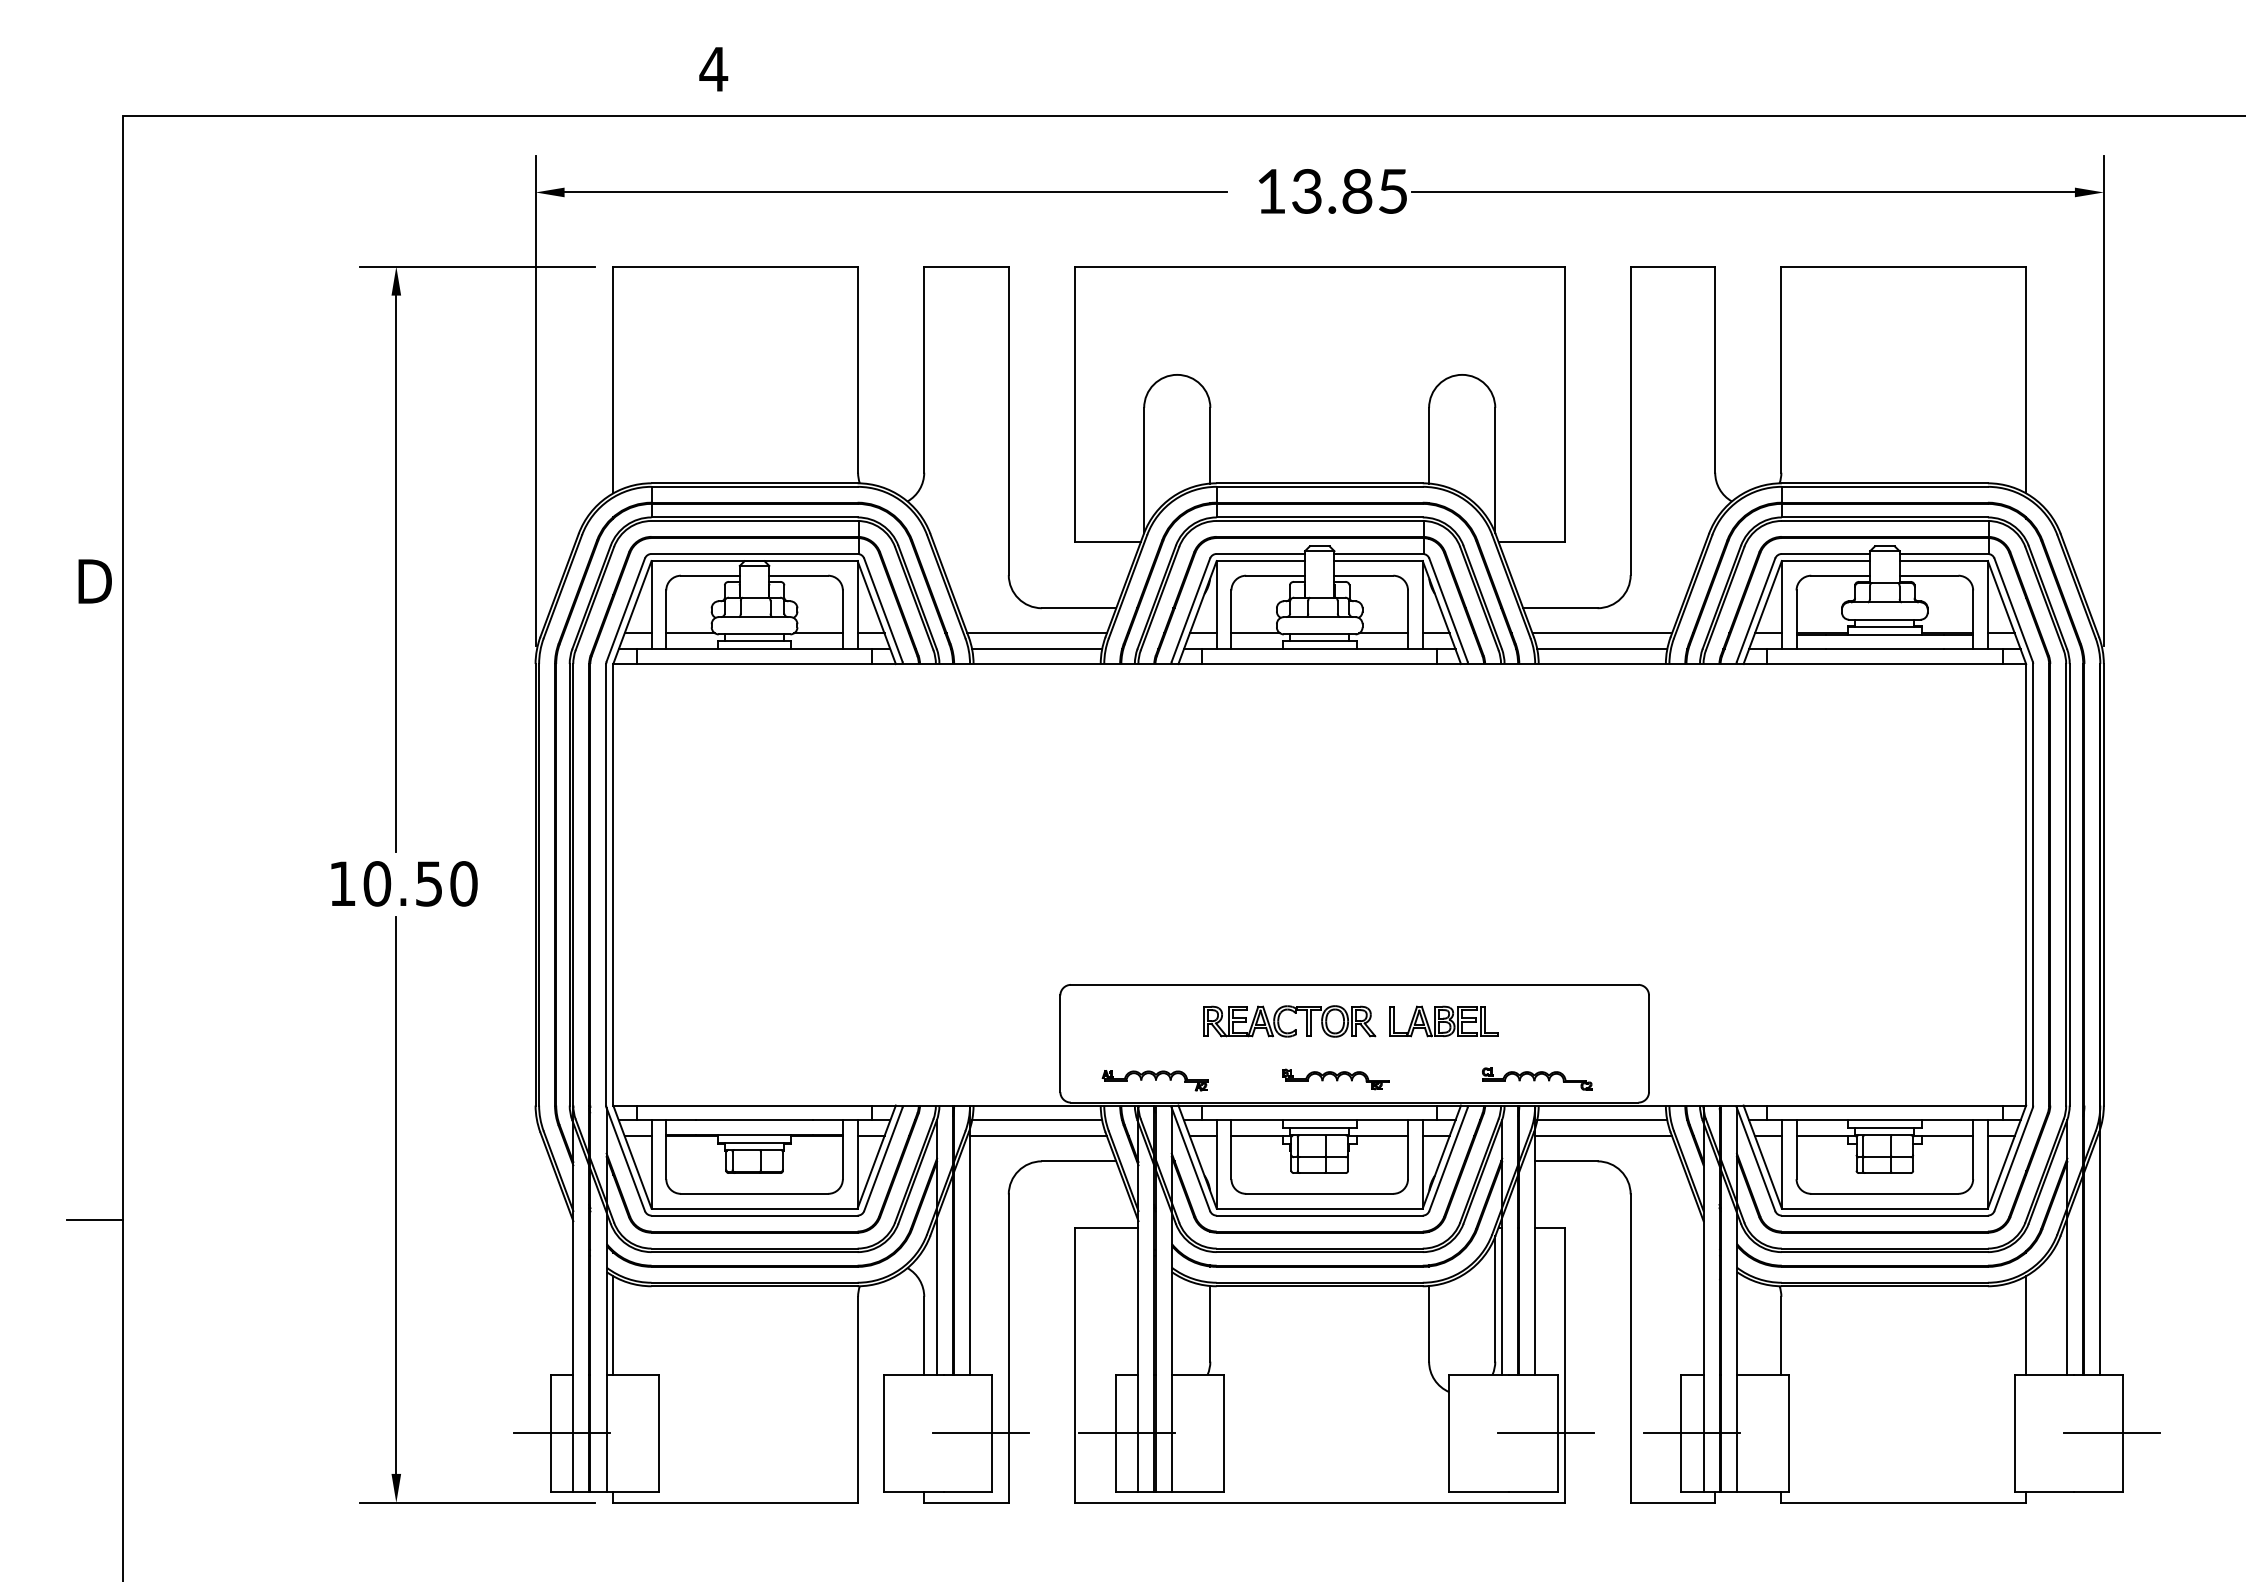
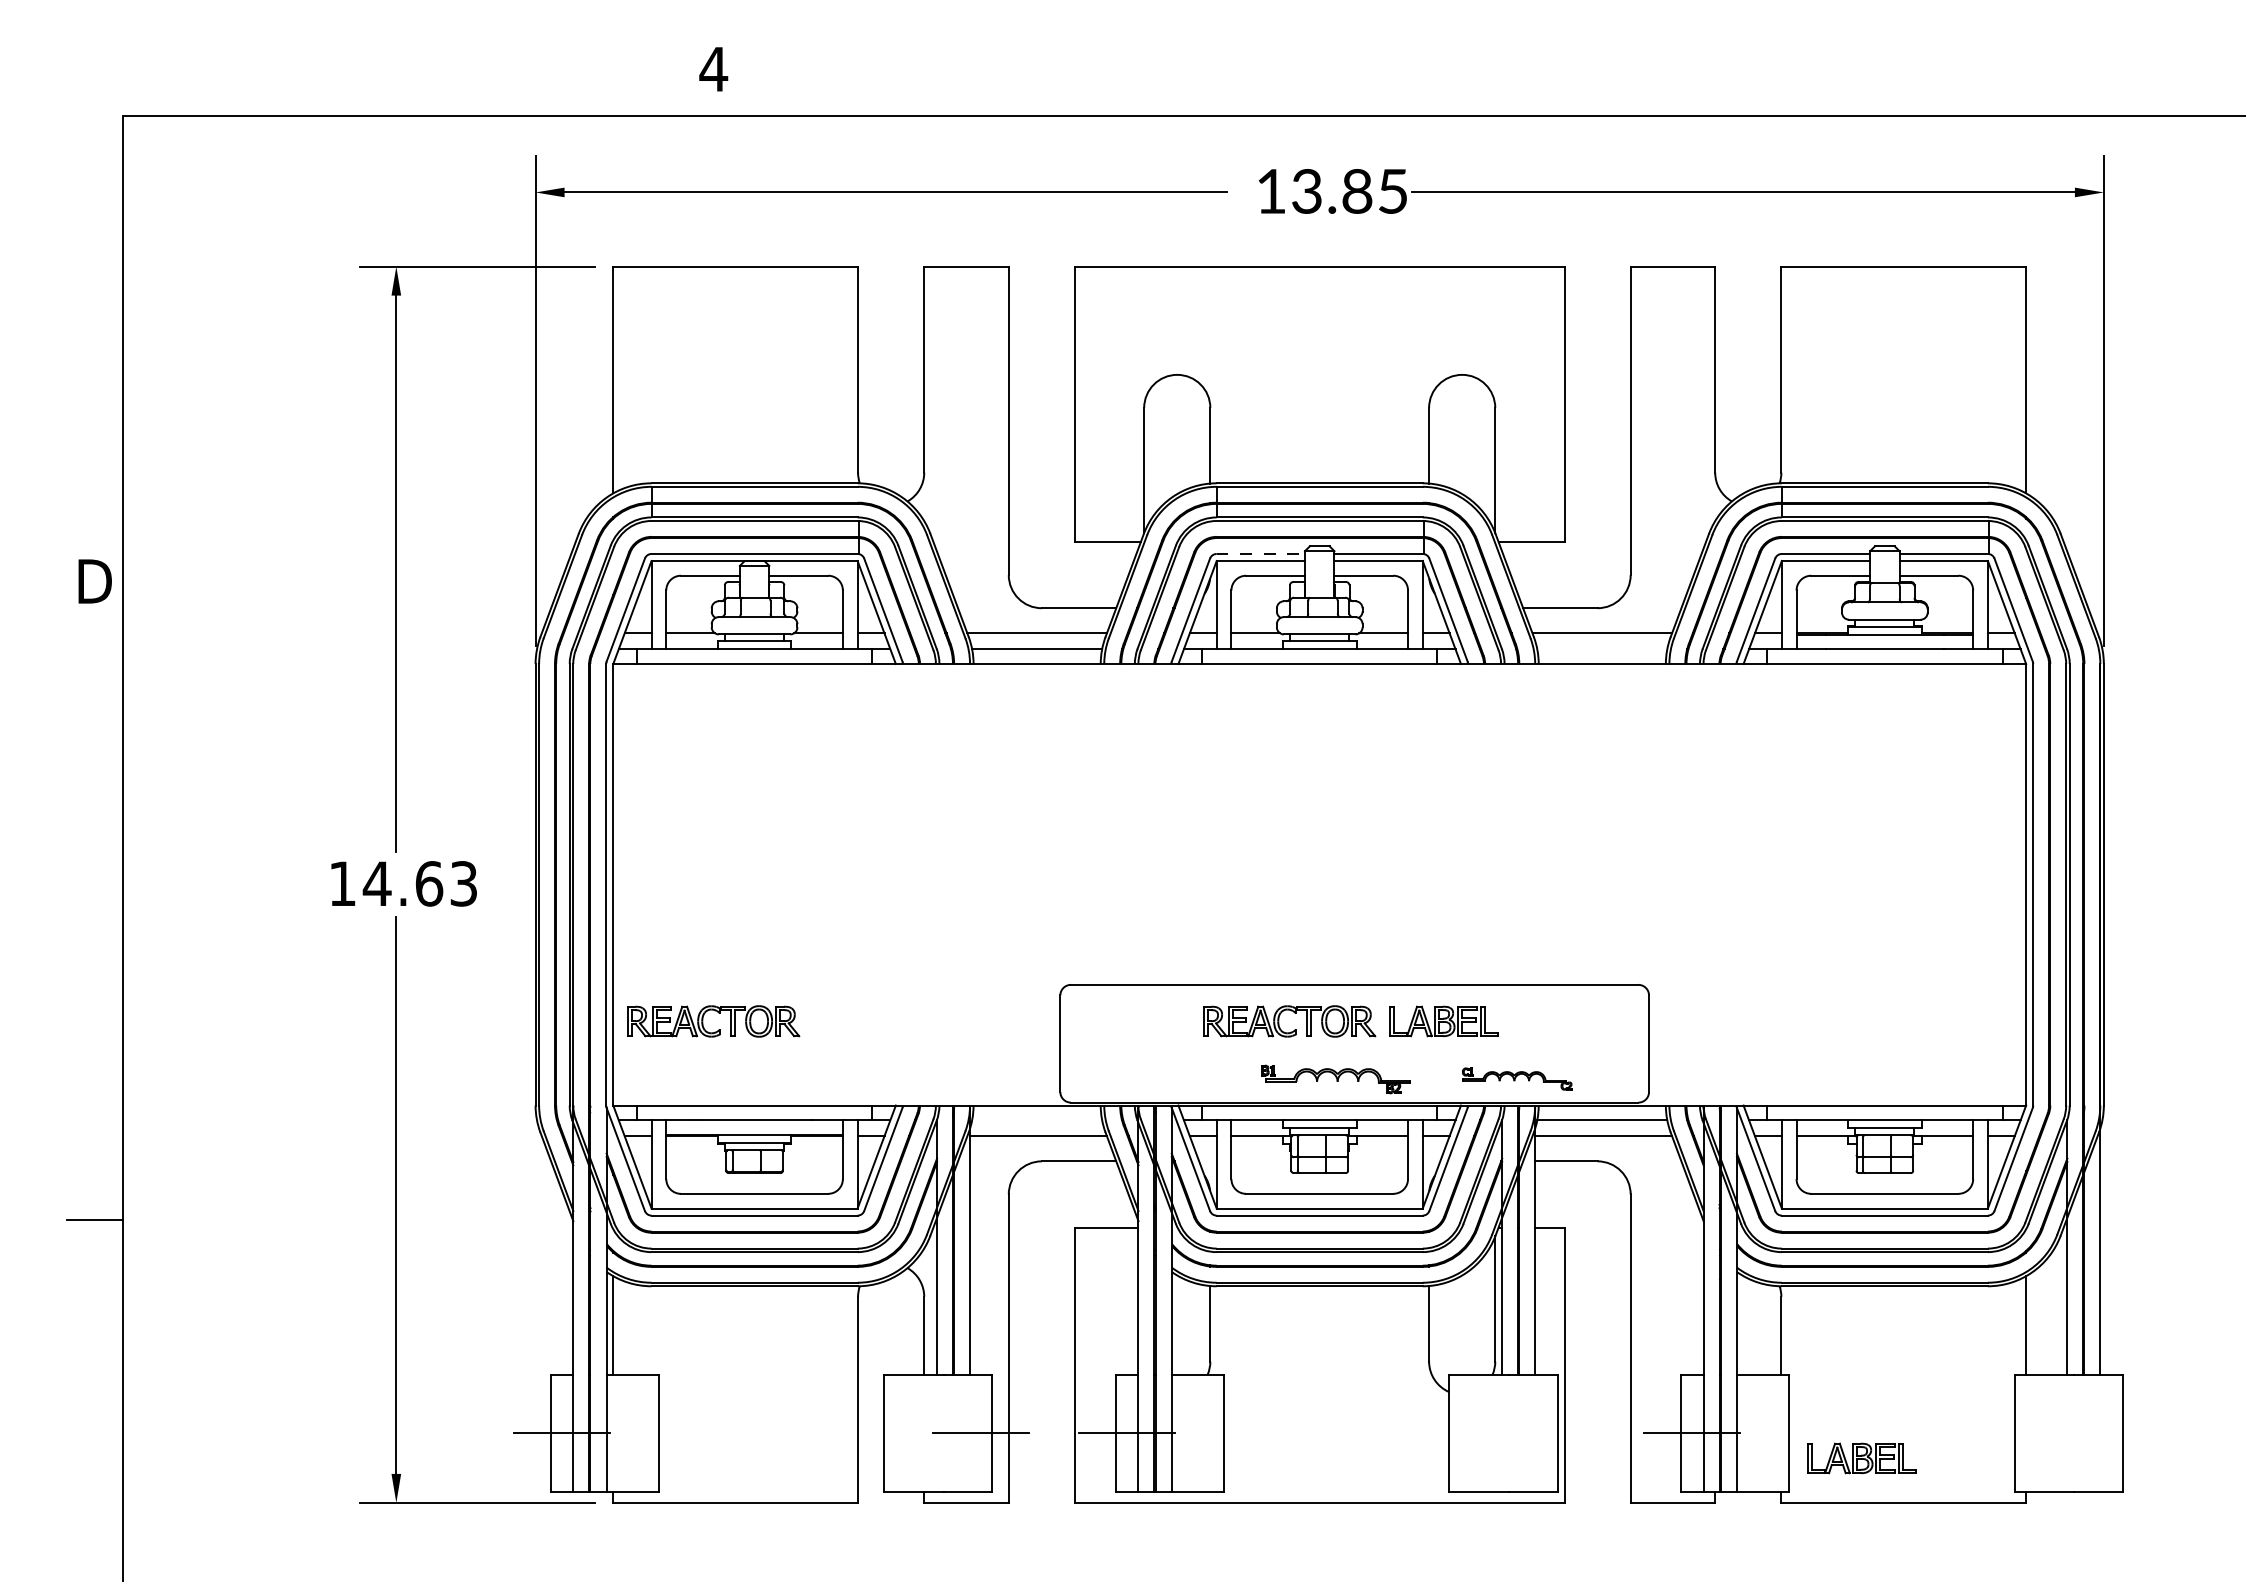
line at (1261, 553): solid -> dashed
line at (1602, 649): present -> none
text at (419, 883): 10.50 -> 14.63
part at (718, 1013): none -> present
part at (1537, 1078) position: (1537, 1078) -> (1517, 1078)
part at (1335, 1079) size: 108x23 px -> 150x31 px
part at (1154, 1080): present -> none
line at (1037, 1120): present -> none
line at (1546, 1433): present -> none
line at (2111, 1433): present -> none
part at (1861, 1458): none -> present
